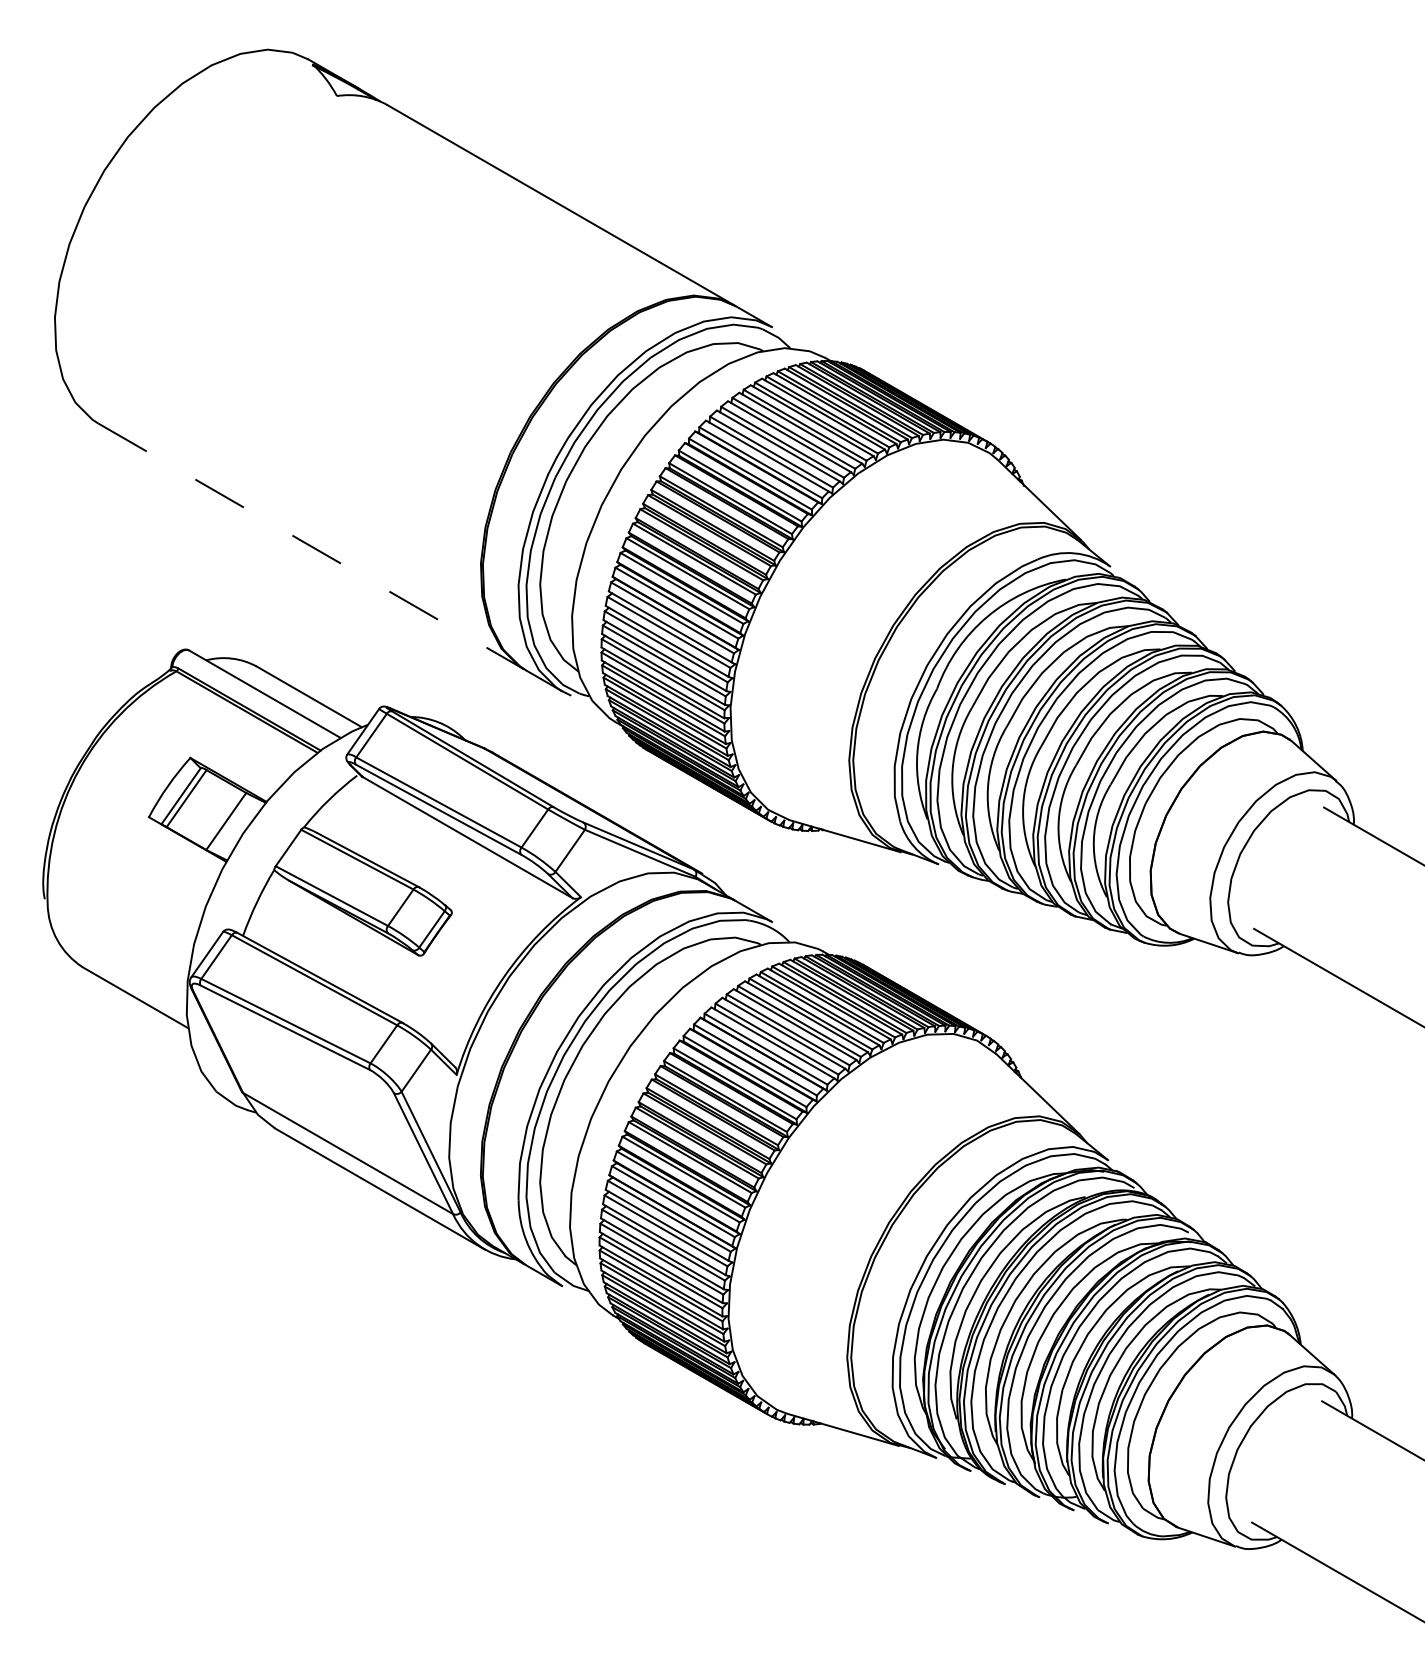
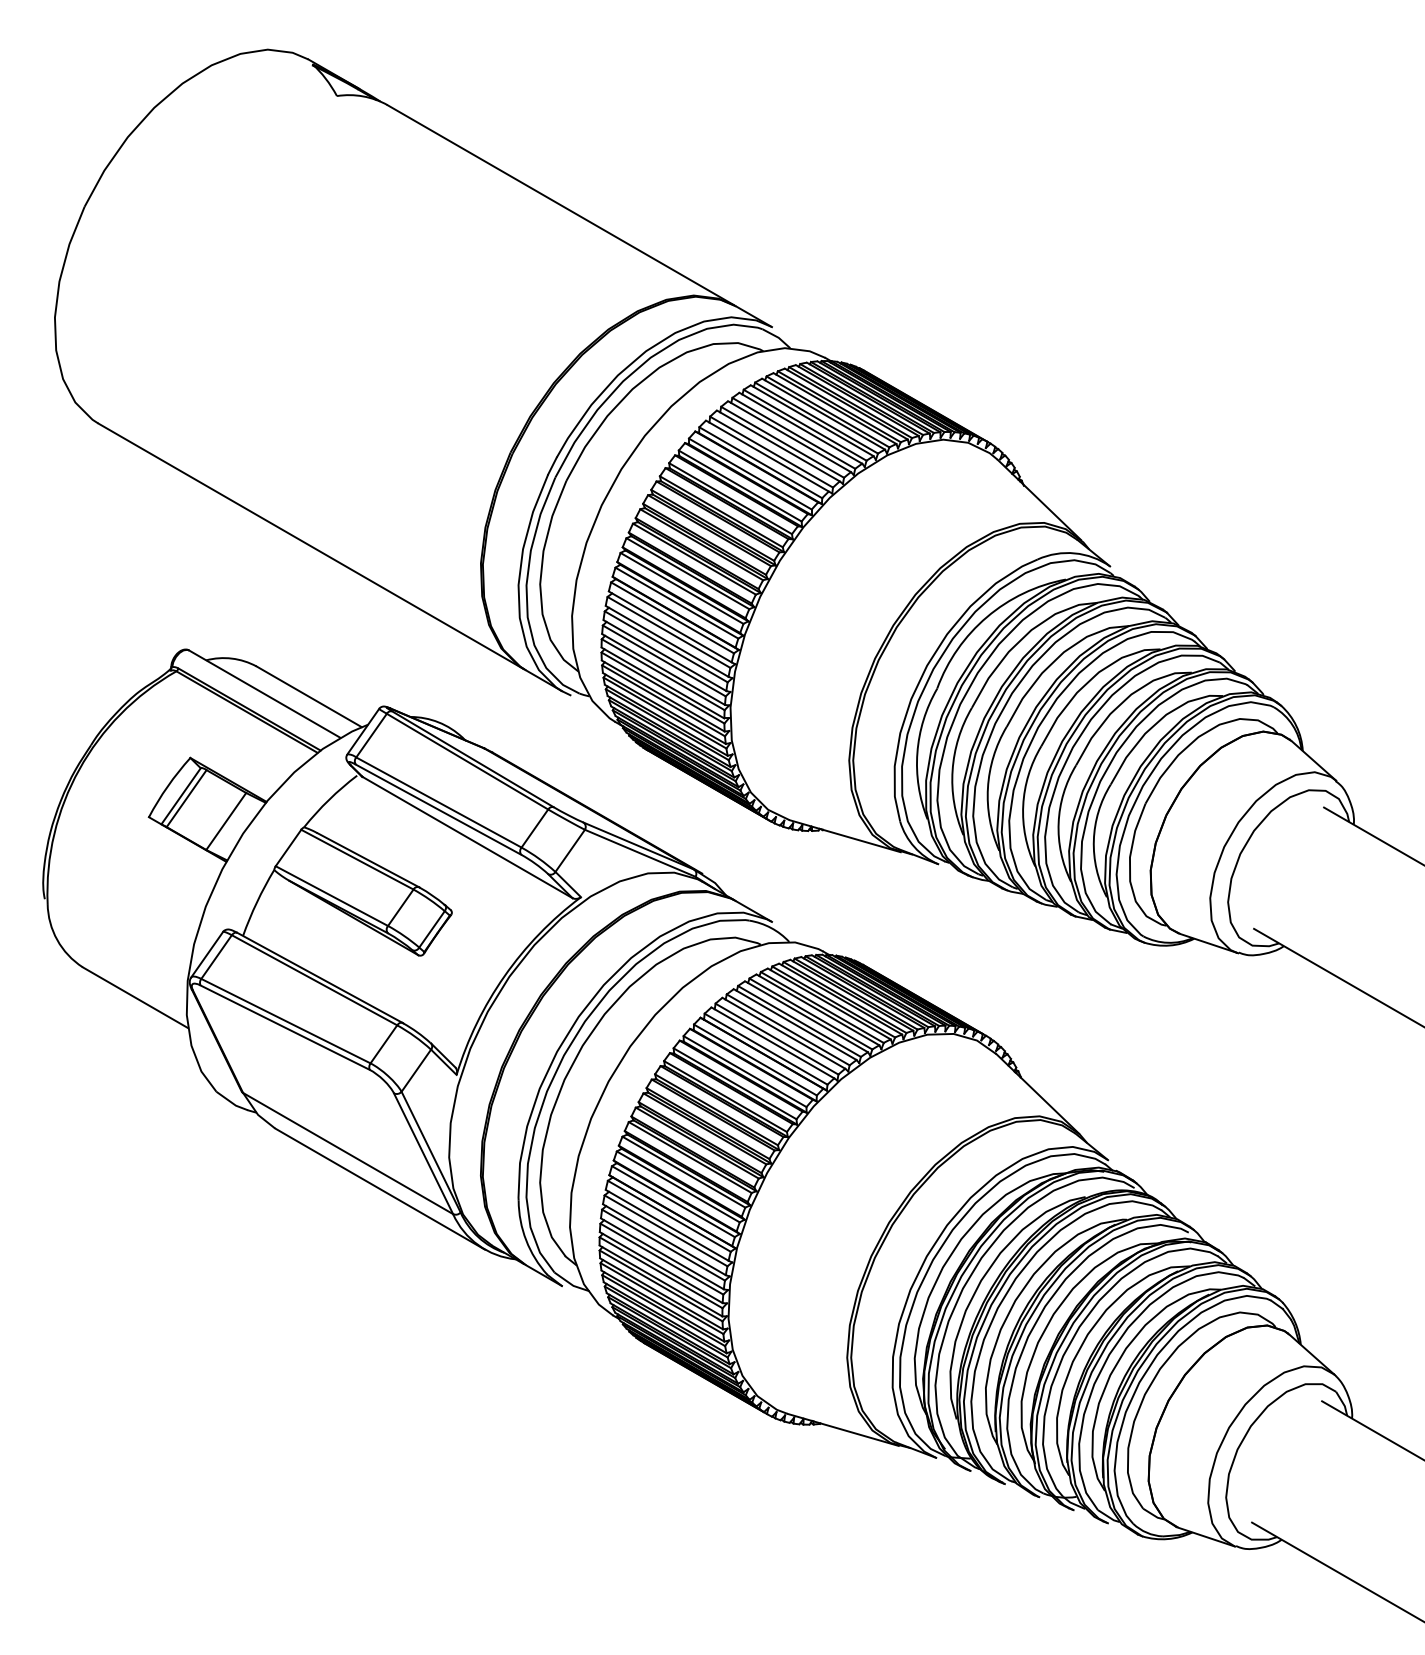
line at (311, 546): dashed -> solid
